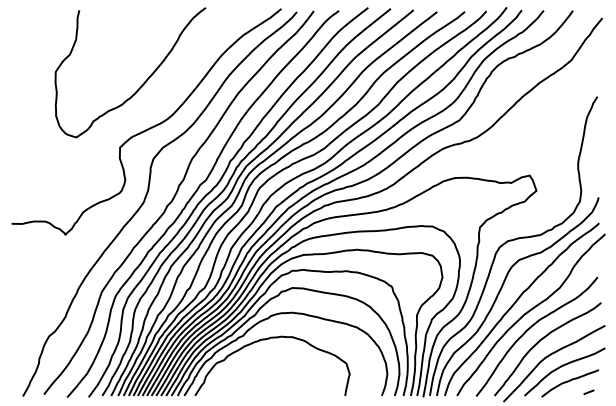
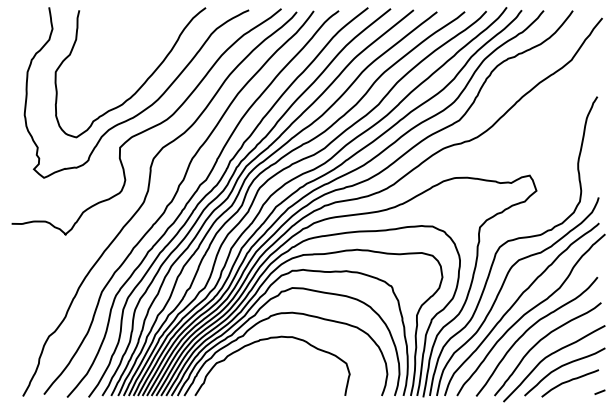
curve at (147, 106): none -> present
line at (588, 391) position: (588, 391) -> (599, 391)
